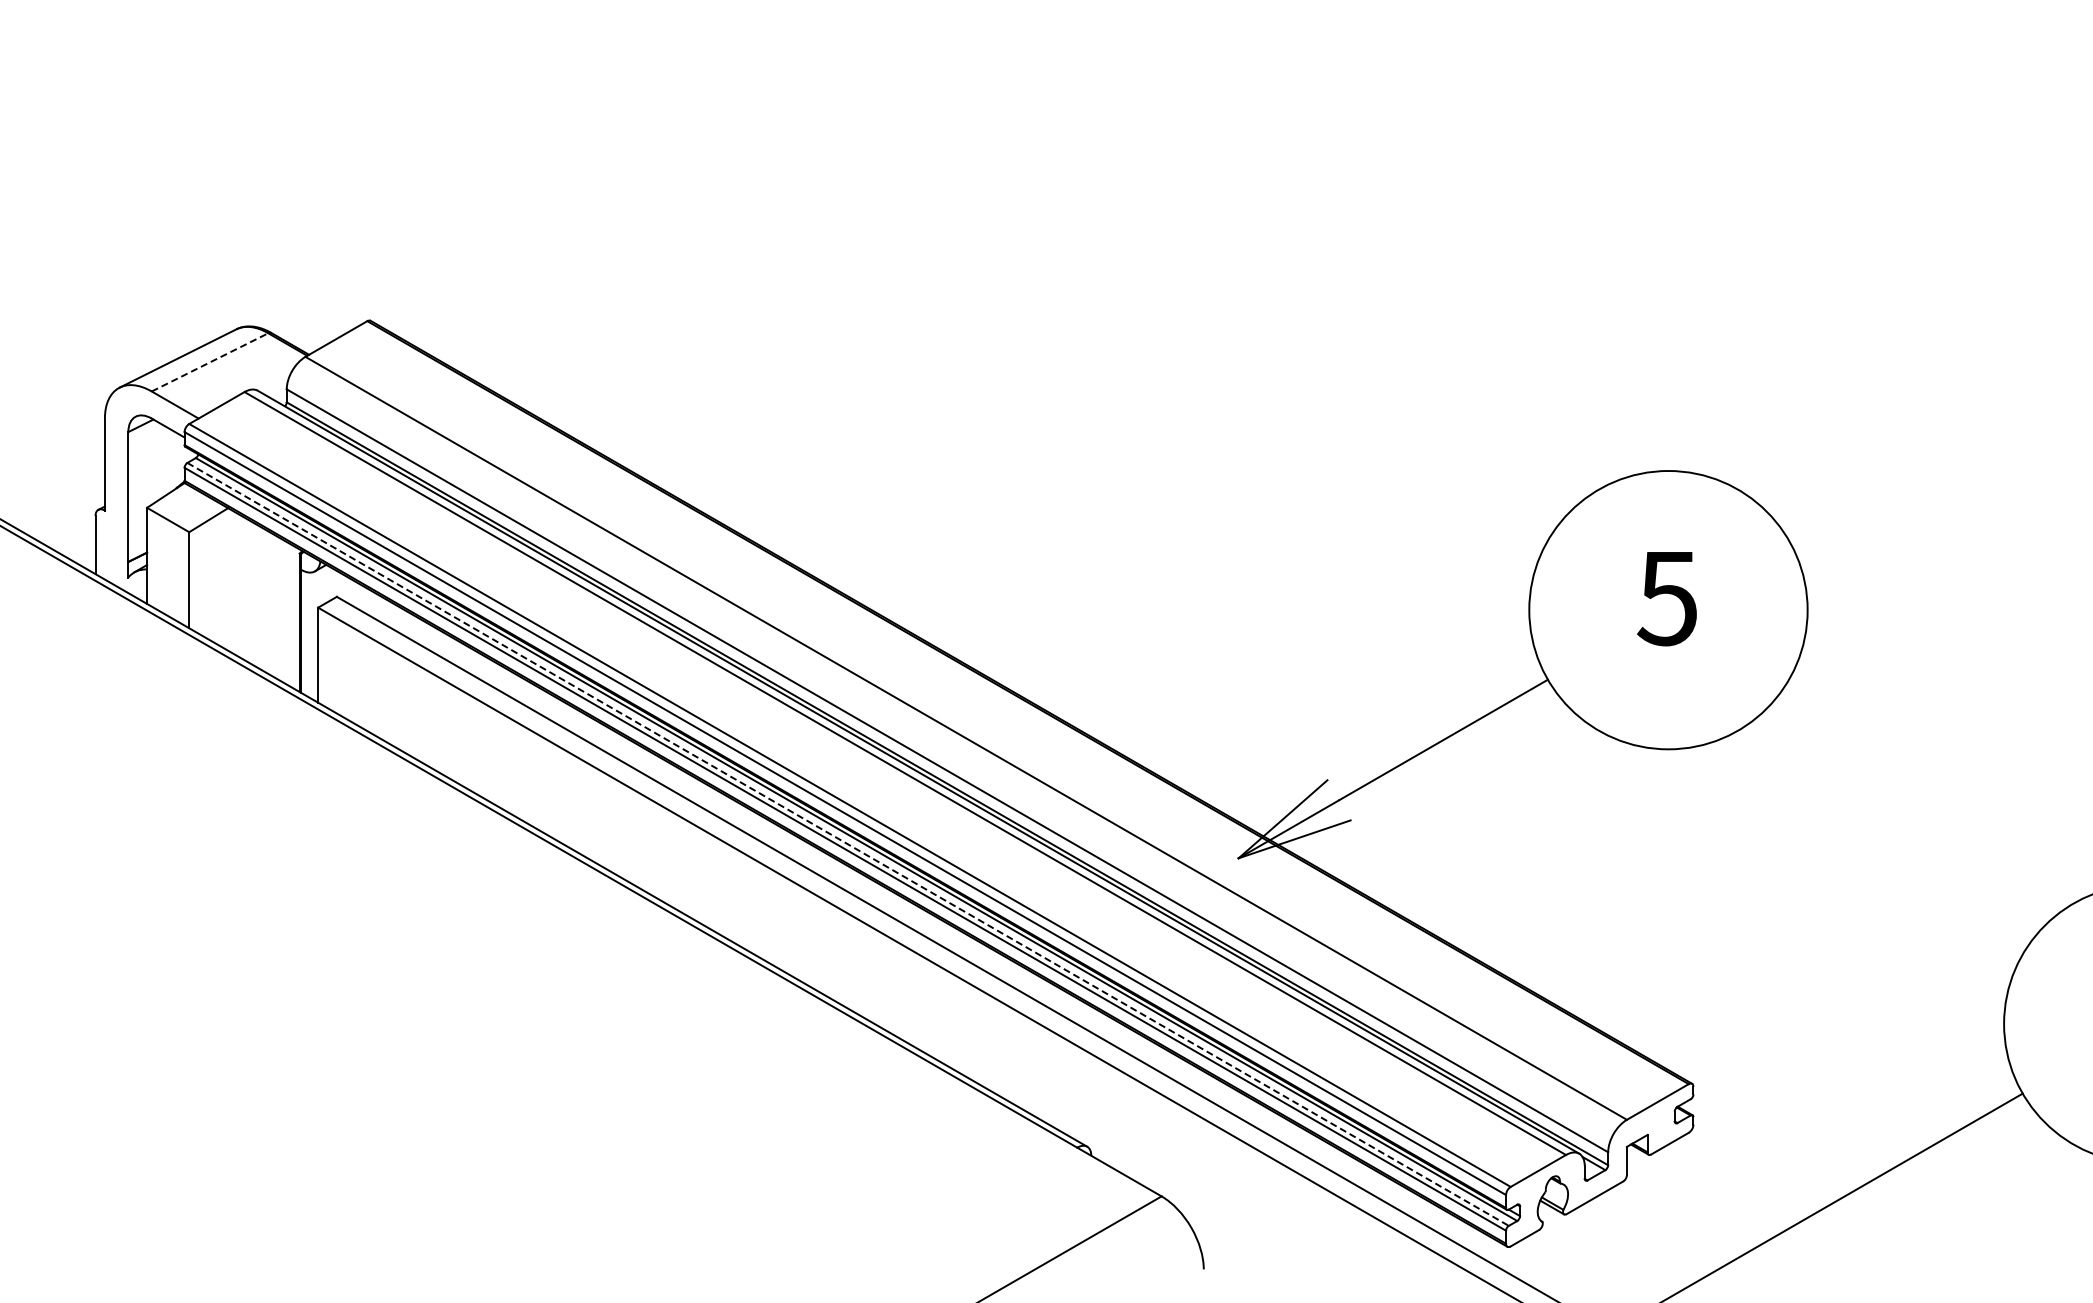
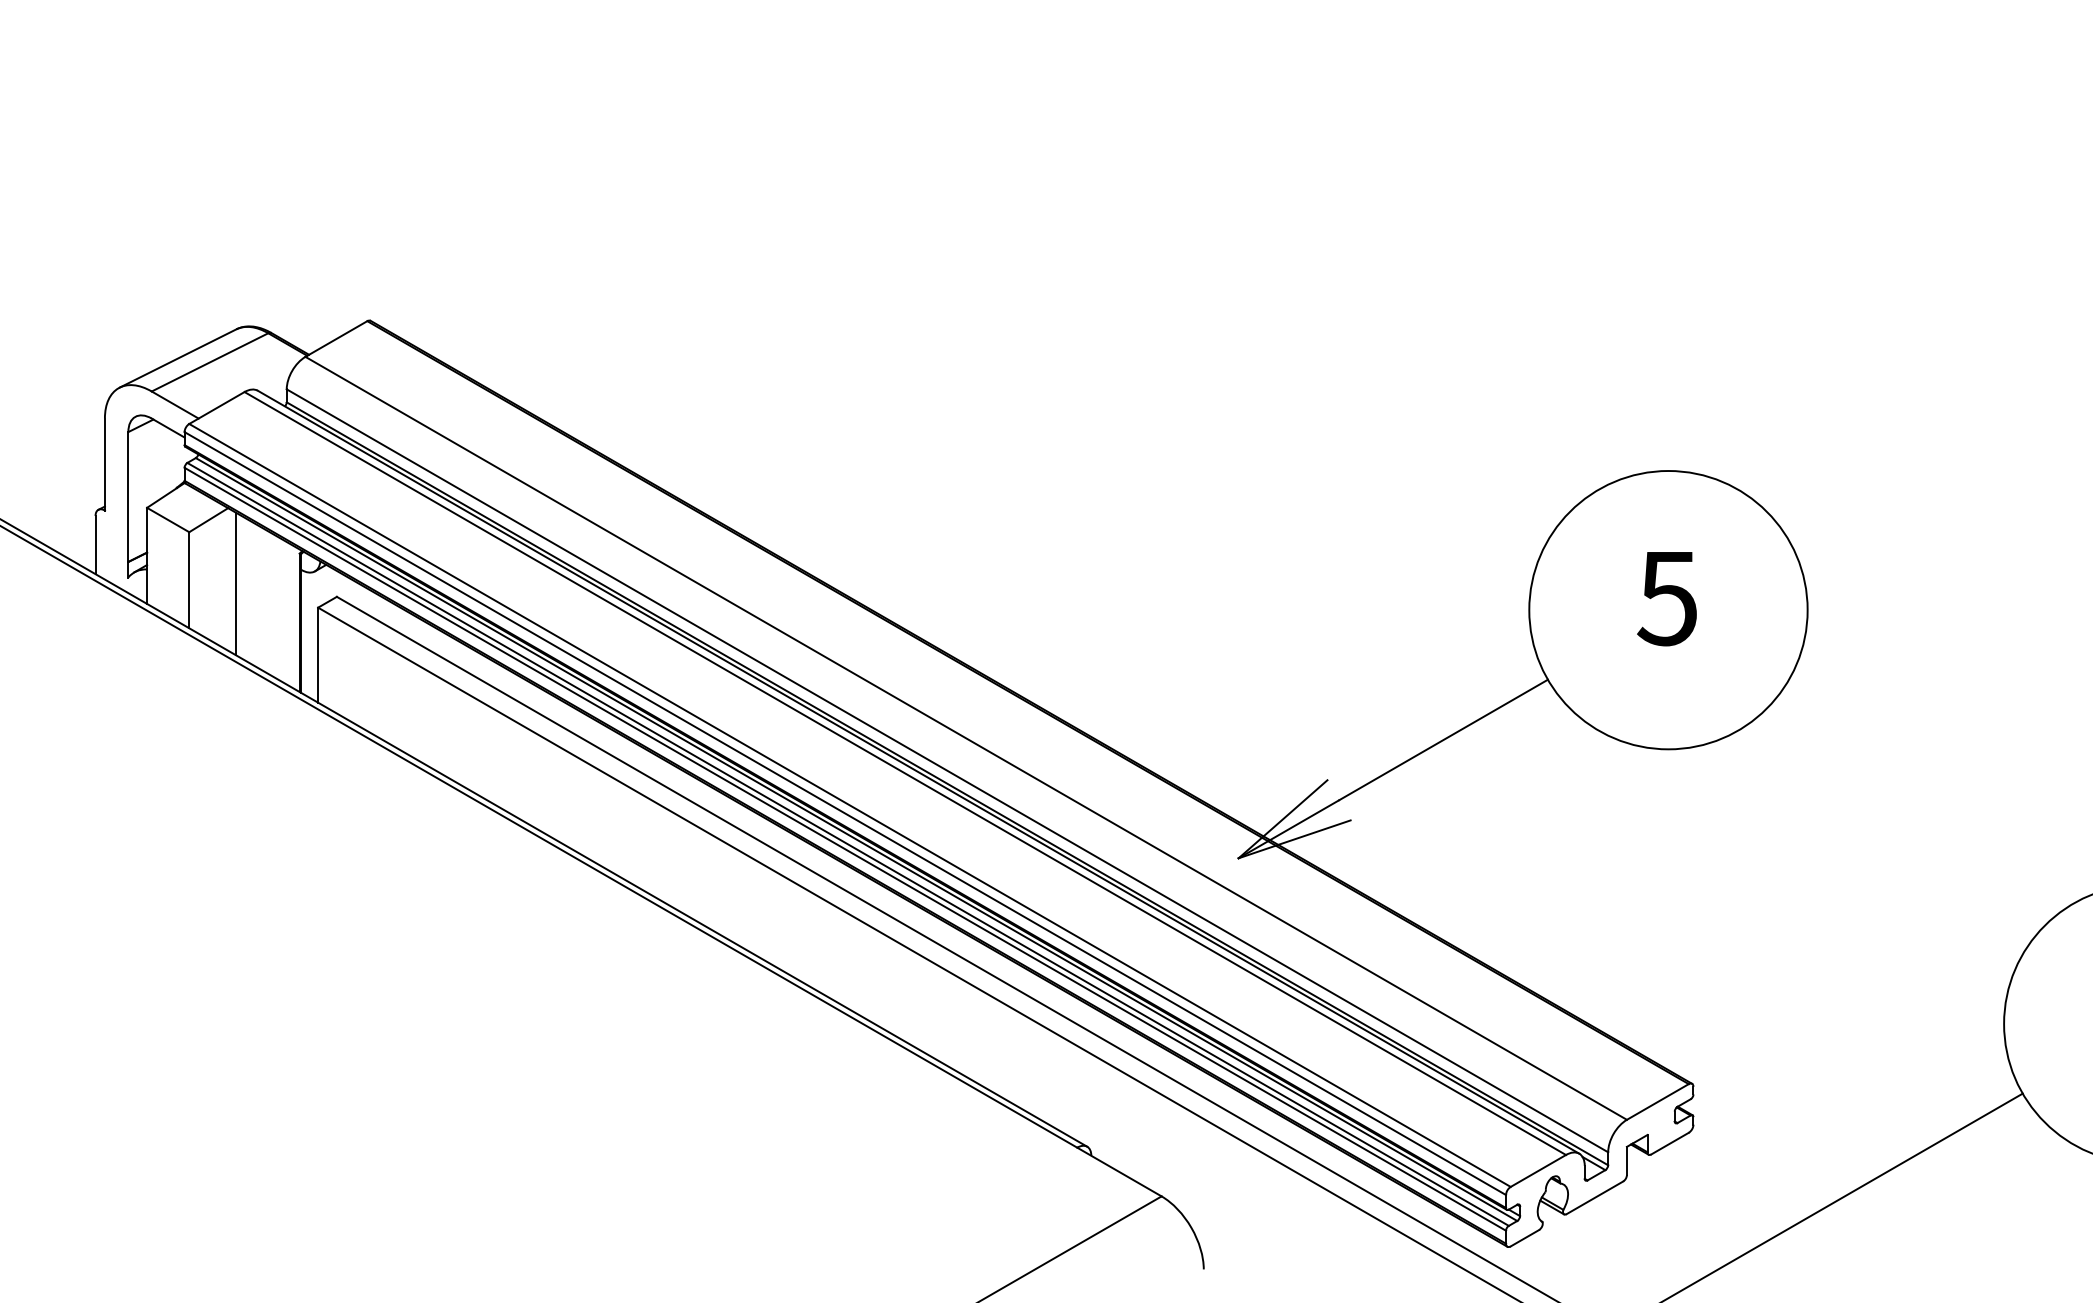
line at (210, 362): dashed -> solid
line at (236, 583): none -> present
line at (848, 844): dashed -> solid
